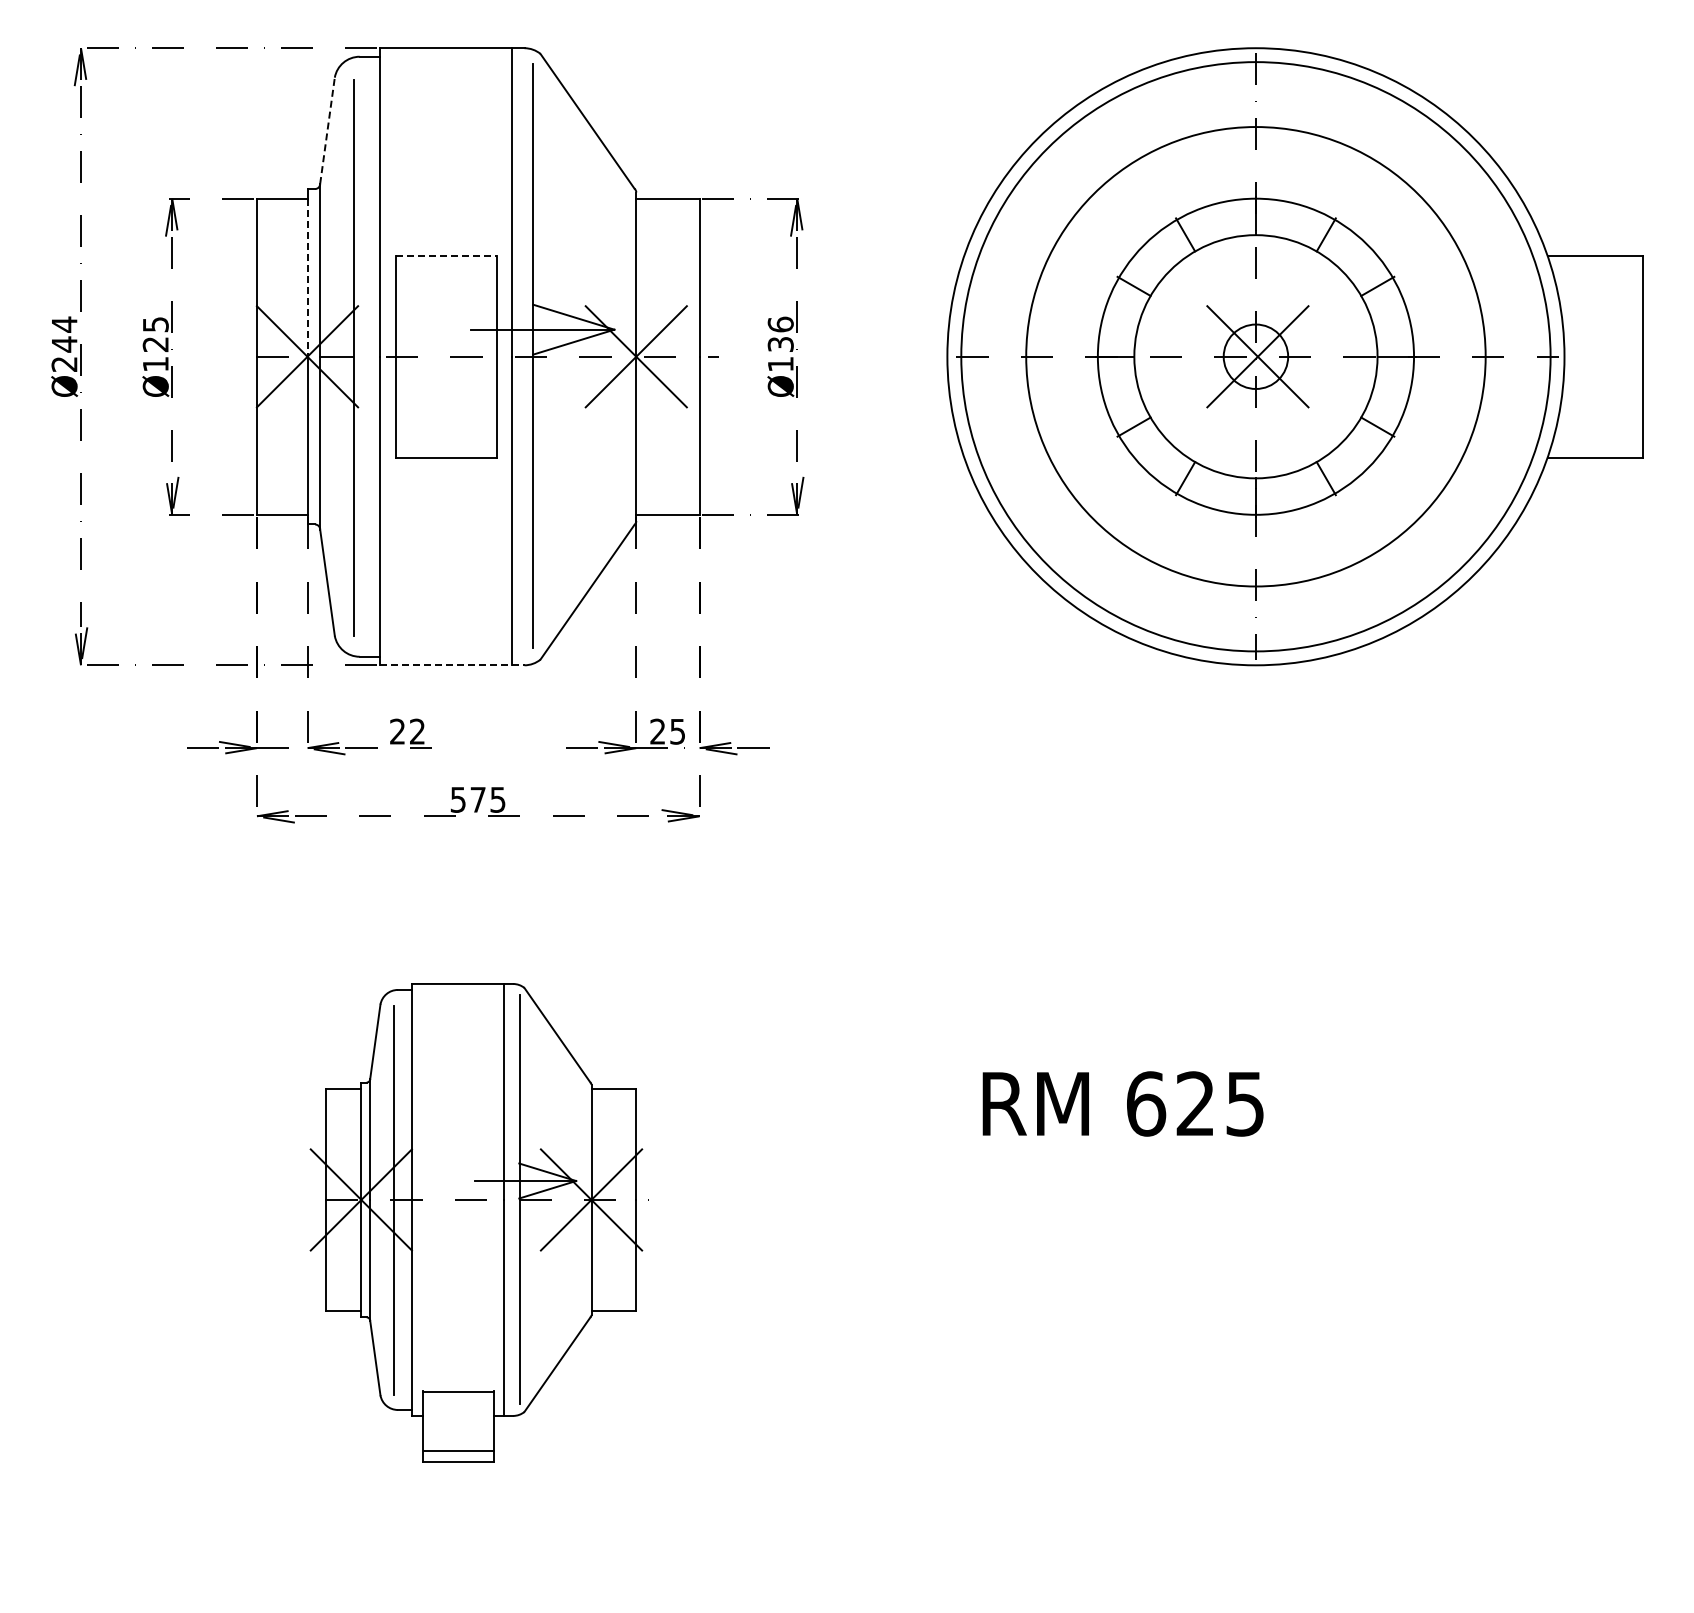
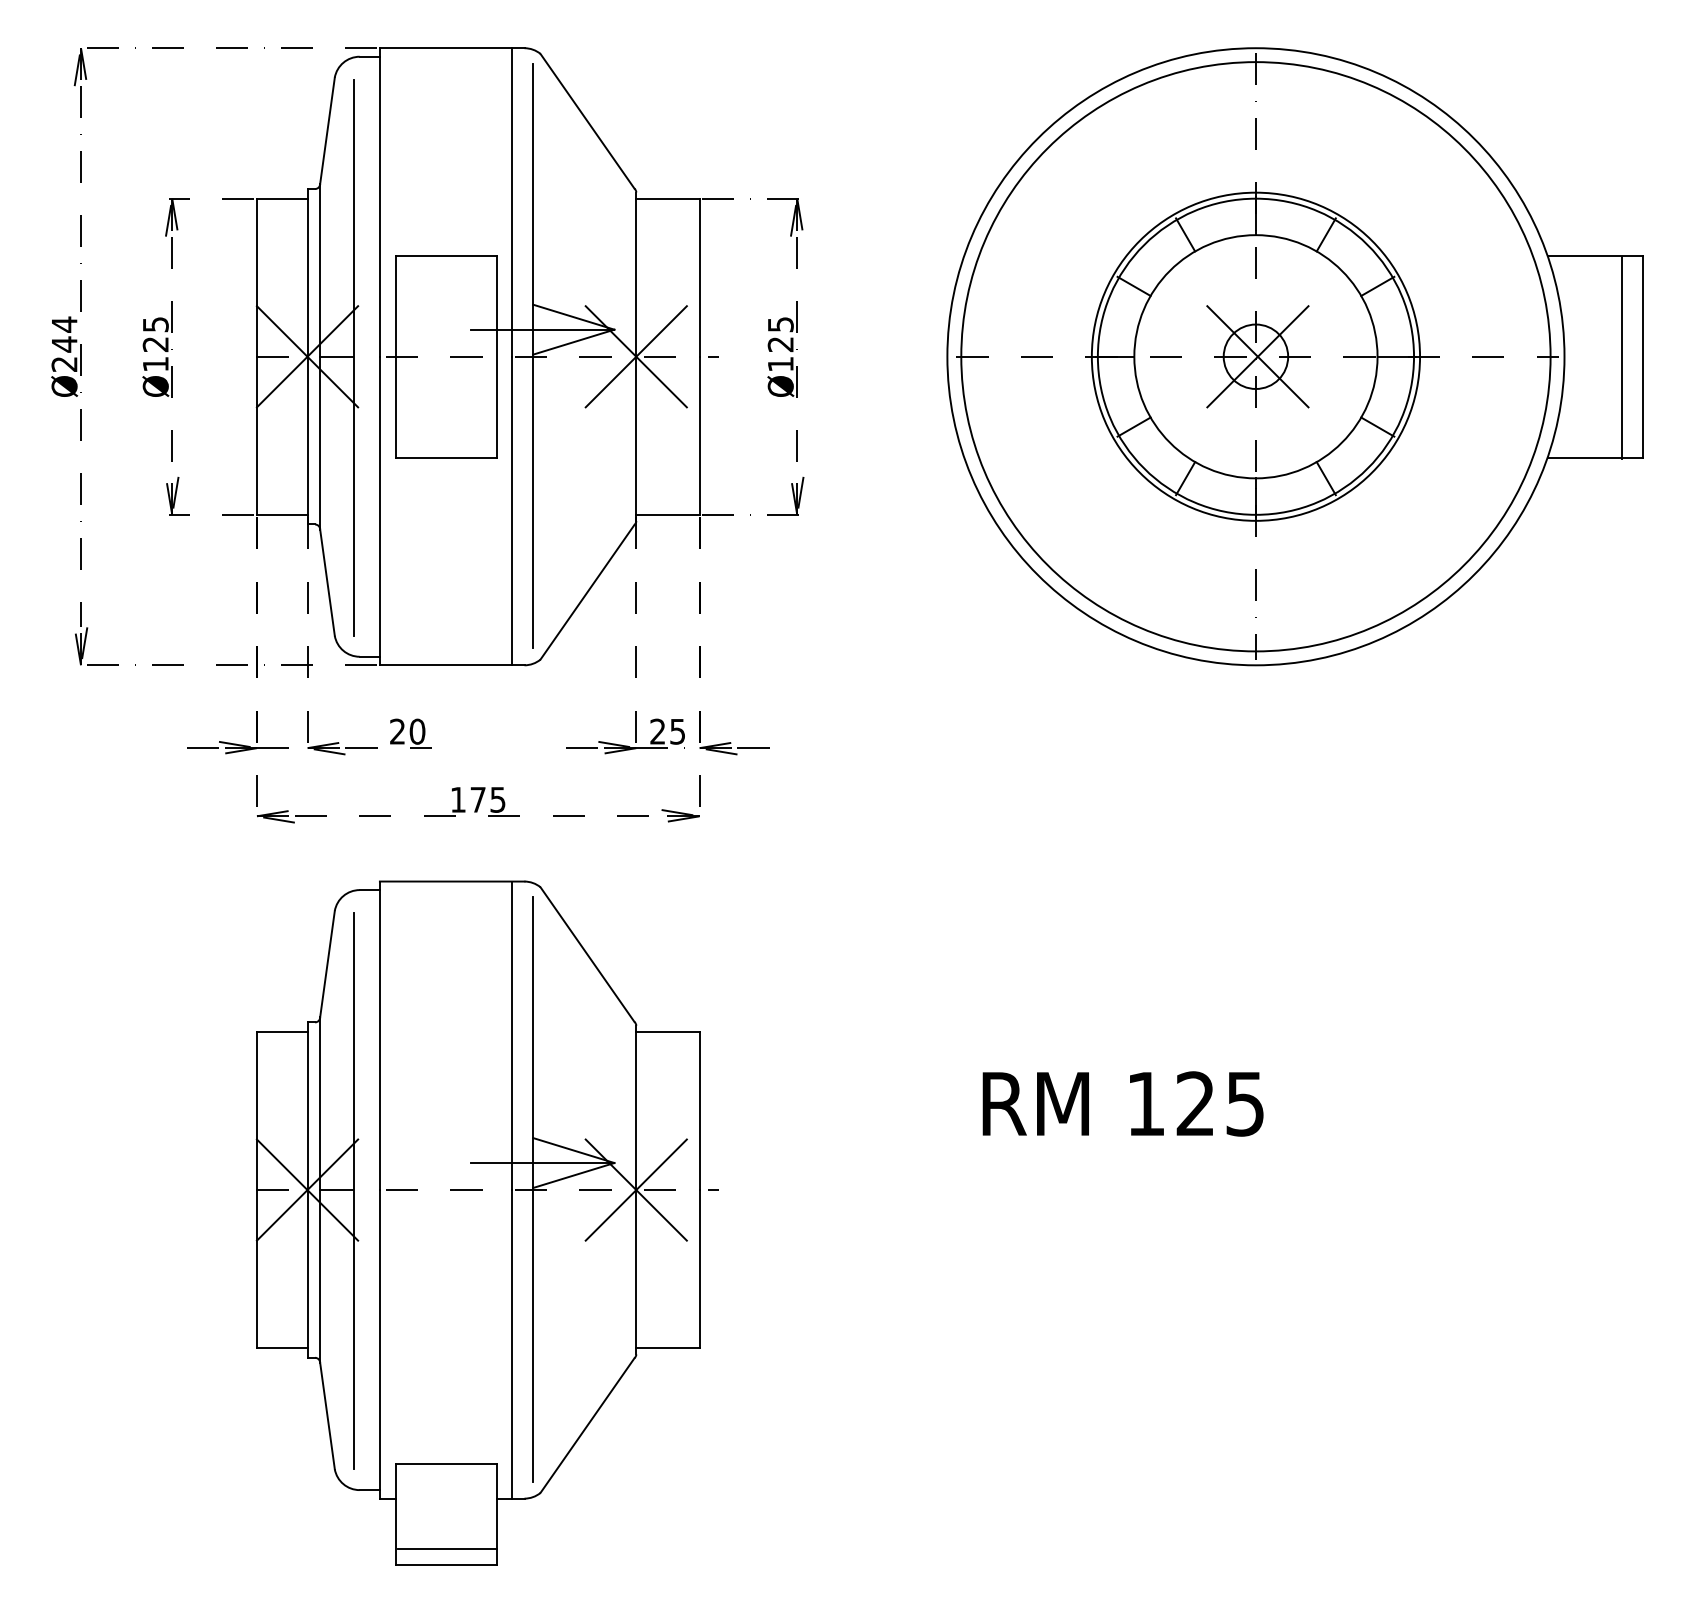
line at (327, 130): dashed -> solid
line at (446, 255): dashed -> solid
line at (307, 278): dashed -> solid
text at (780, 334): 136 -> 125
circle at (1255, 356) diameter: 459 px -> 328 px
line at (1621, 357): none -> present
line at (452, 665): dashed -> solid
text at (417, 731): 22 -> 20
text at (457, 799): 575 -> 175
text at (1146, 1103): 625 -> 125
part at (483, 1222) size: 331x480 px -> 464x686 px
